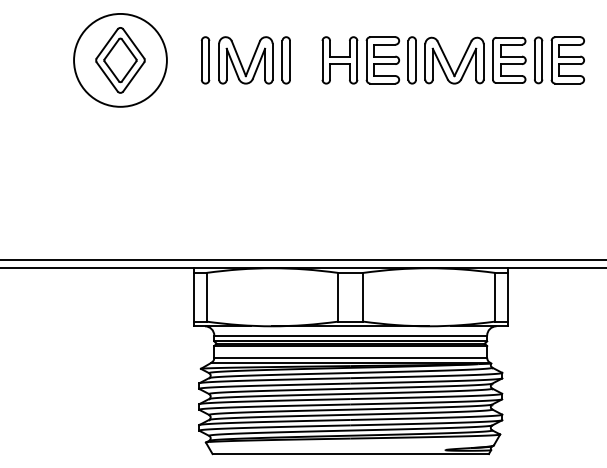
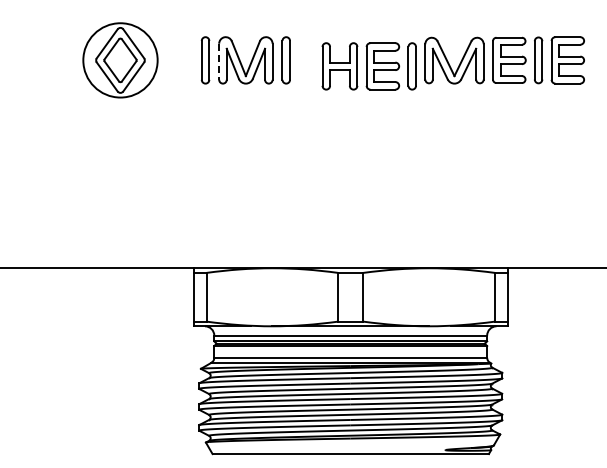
circle at (120, 59) diameter: 93 px -> 74 px
part at (368, 60) position: (368, 60) -> (368, 66)
line at (219, 62): solid -> dashed
line at (302, 259): present -> none
